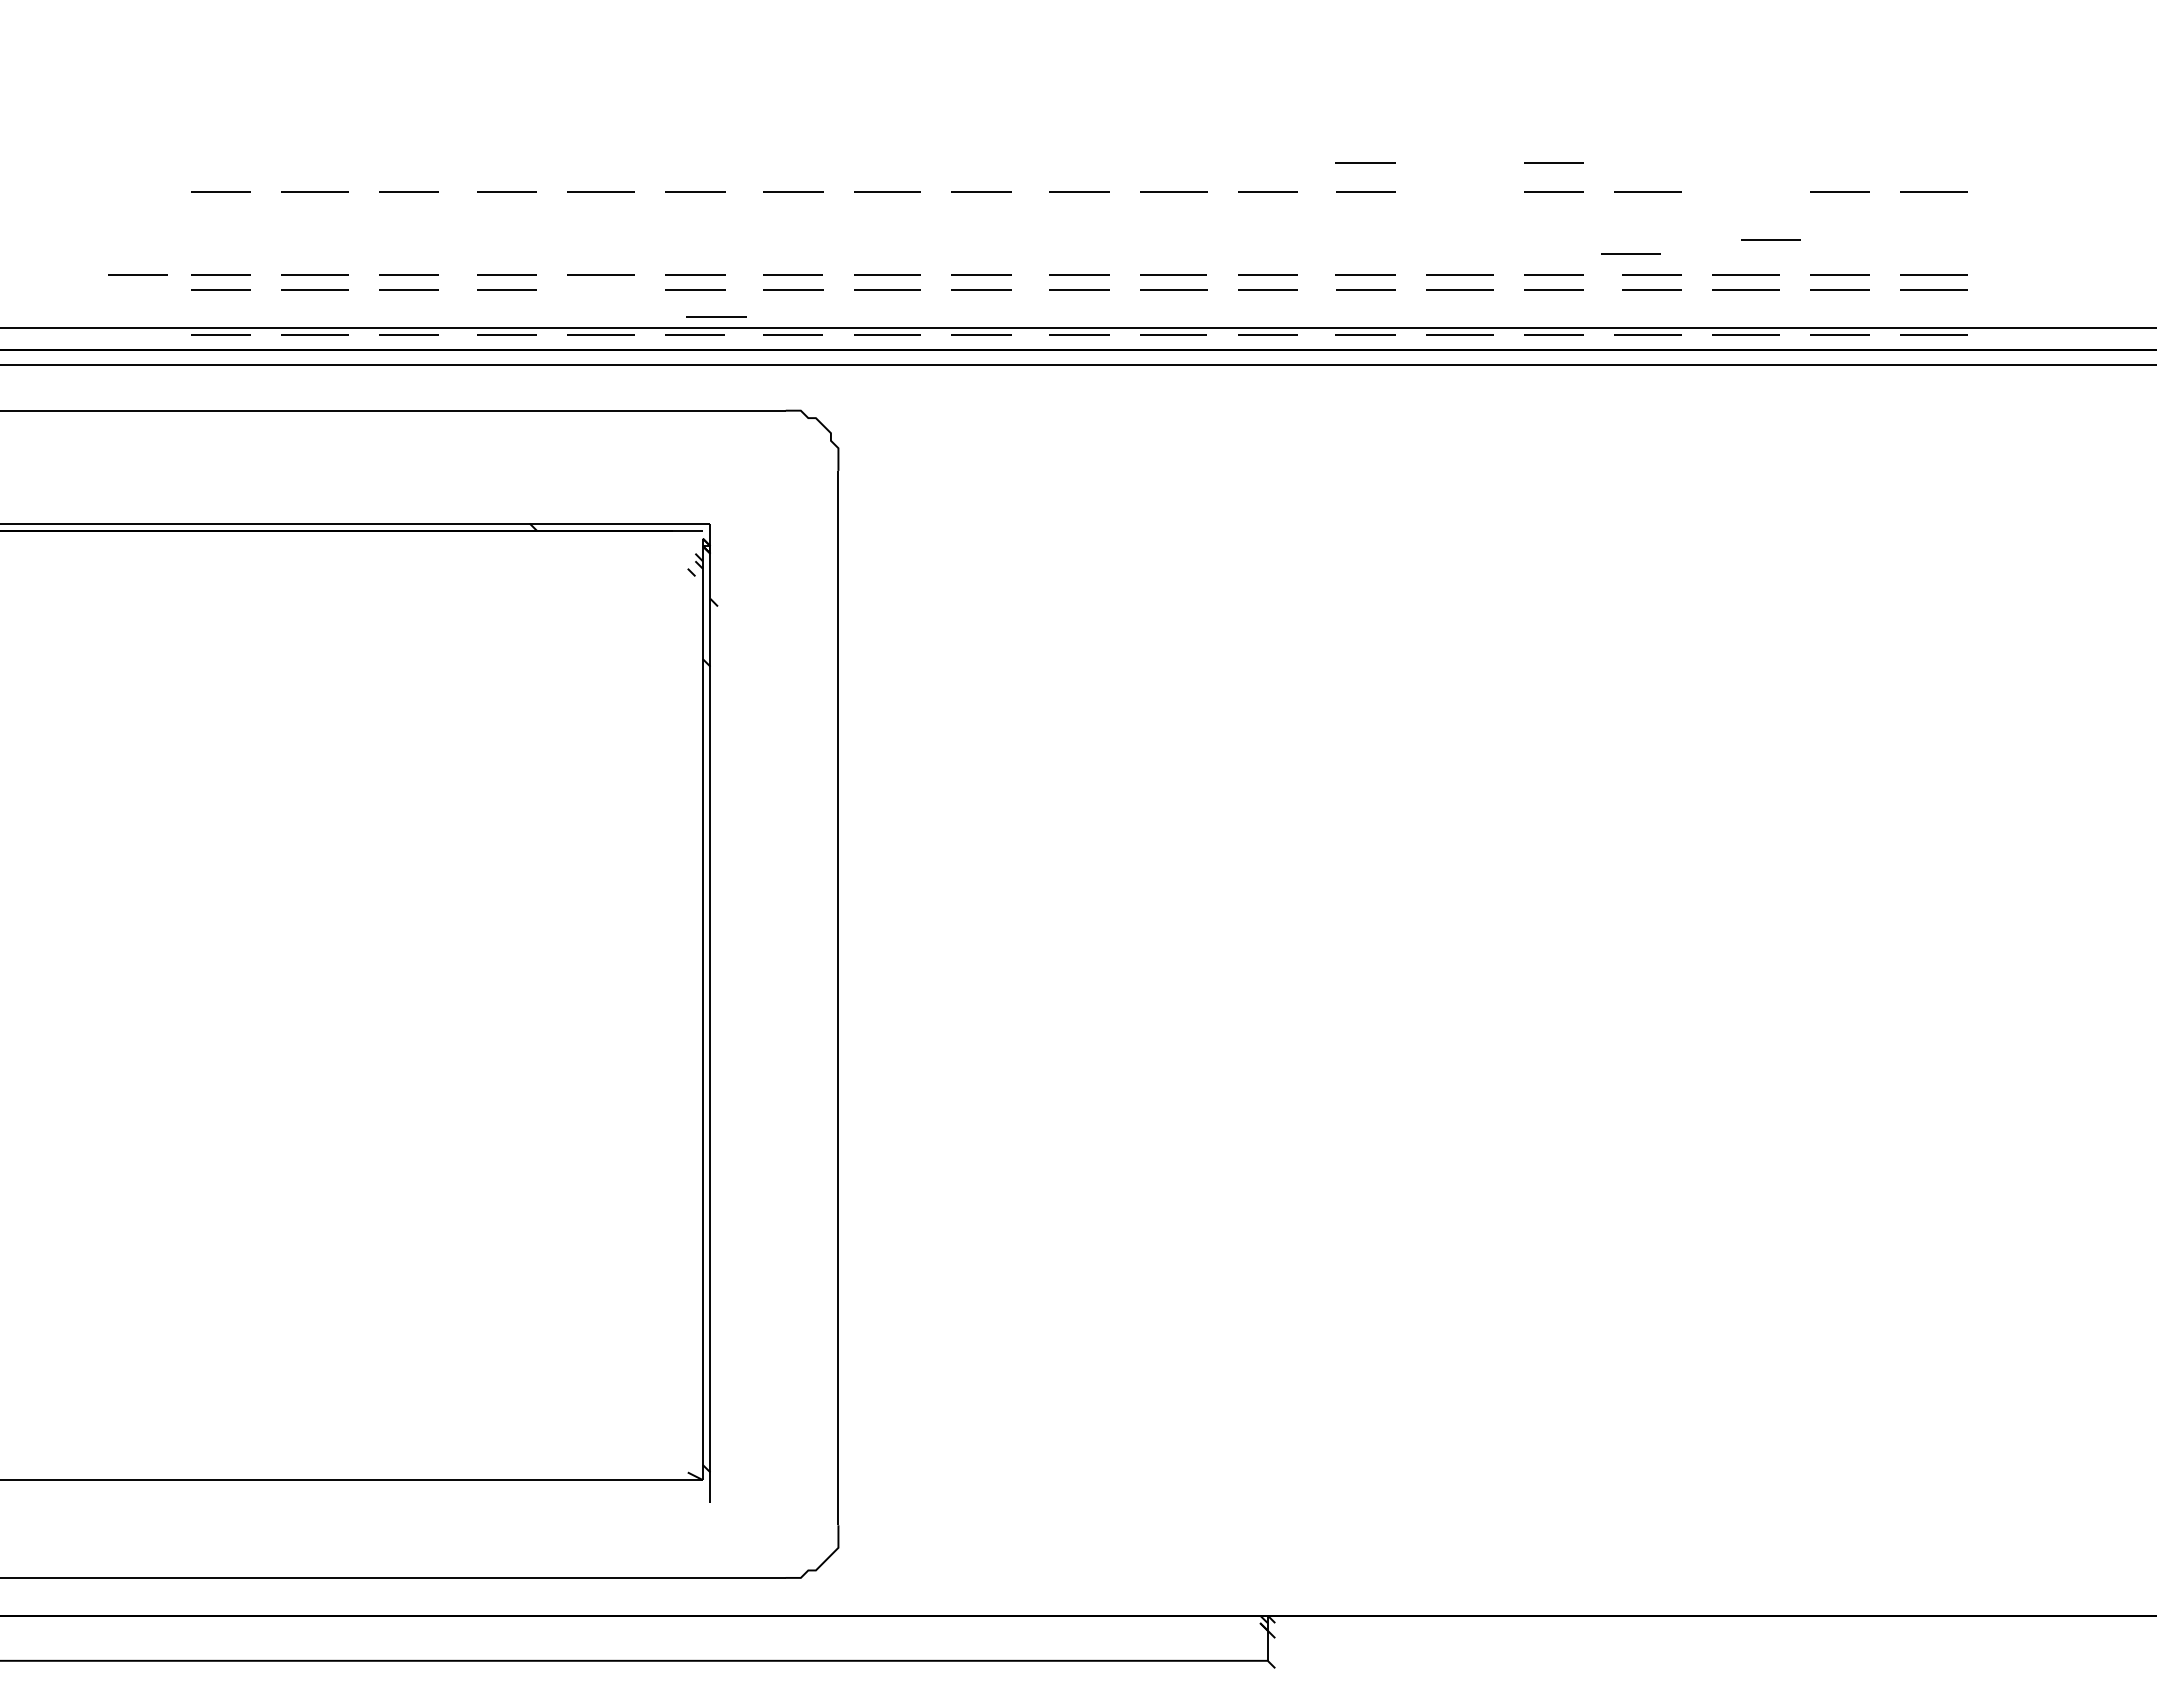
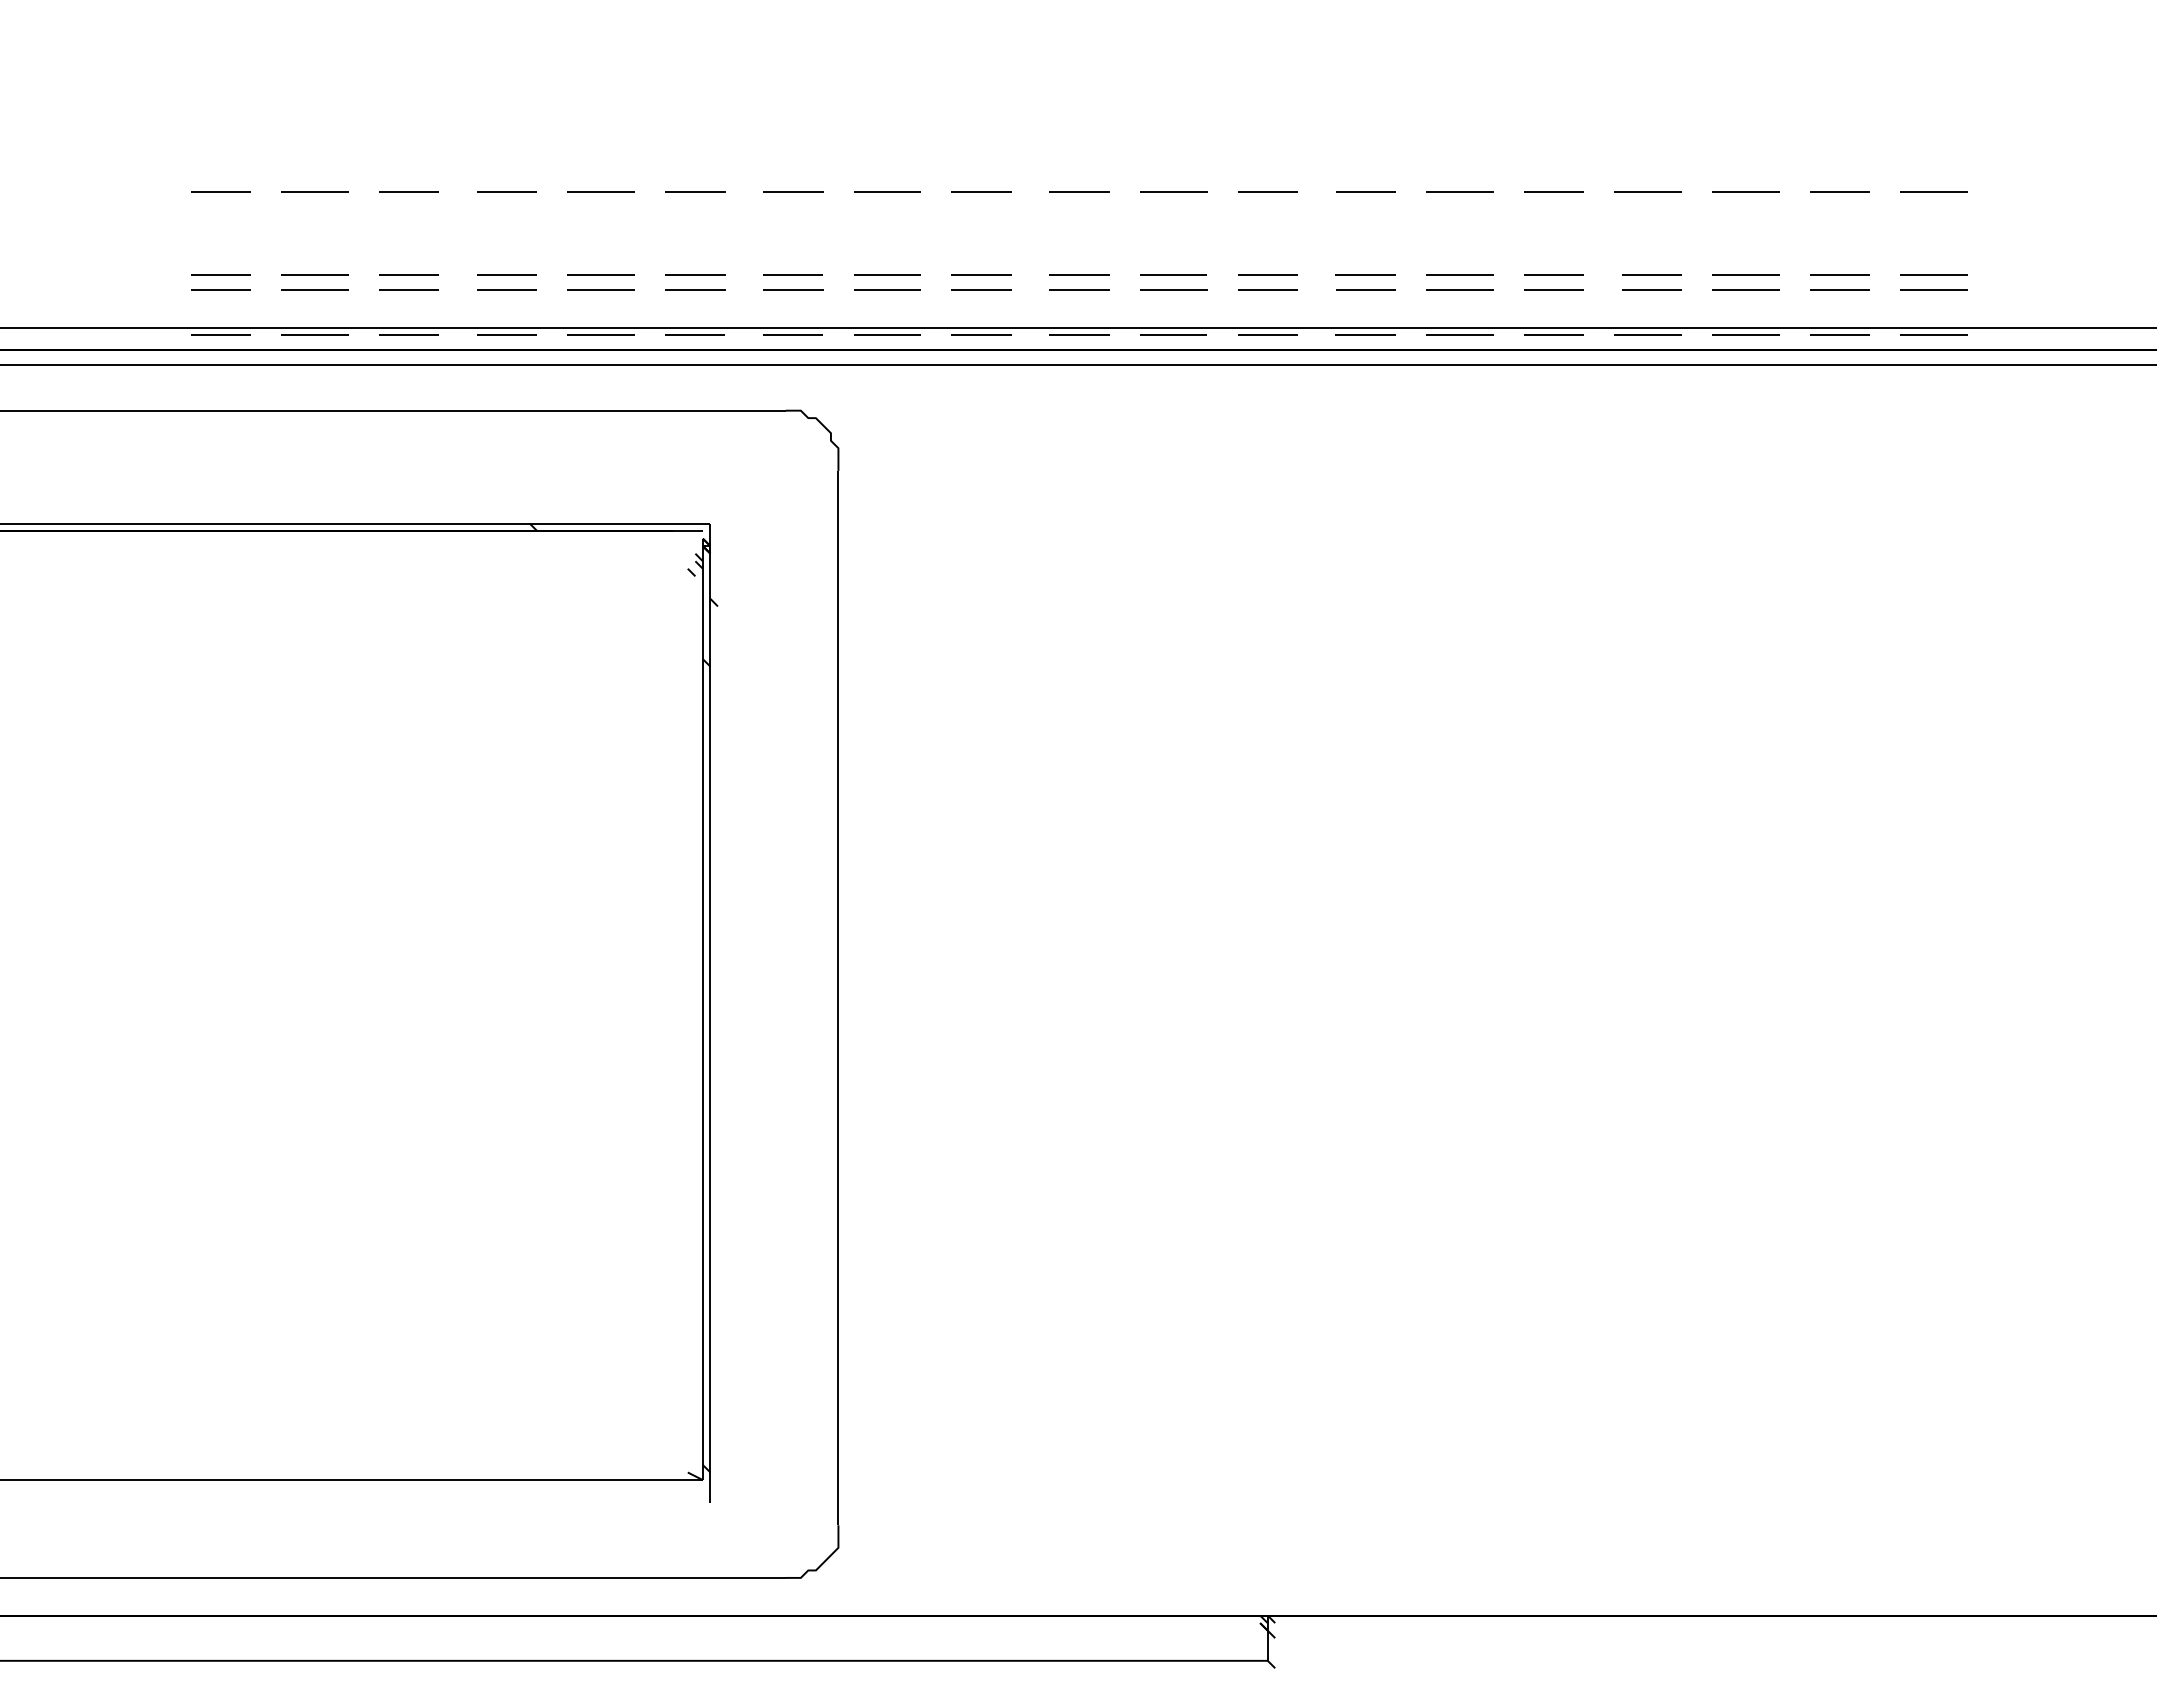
line at (1365, 162): present -> none
line at (1553, 162): present -> none
line at (1459, 191): none -> present
line at (1745, 191): none -> present
line at (1770, 239): present -> none
line at (1630, 253): present -> none
line at (137, 274): present -> none
line at (600, 289): none -> present
line at (716, 316): present -> none
